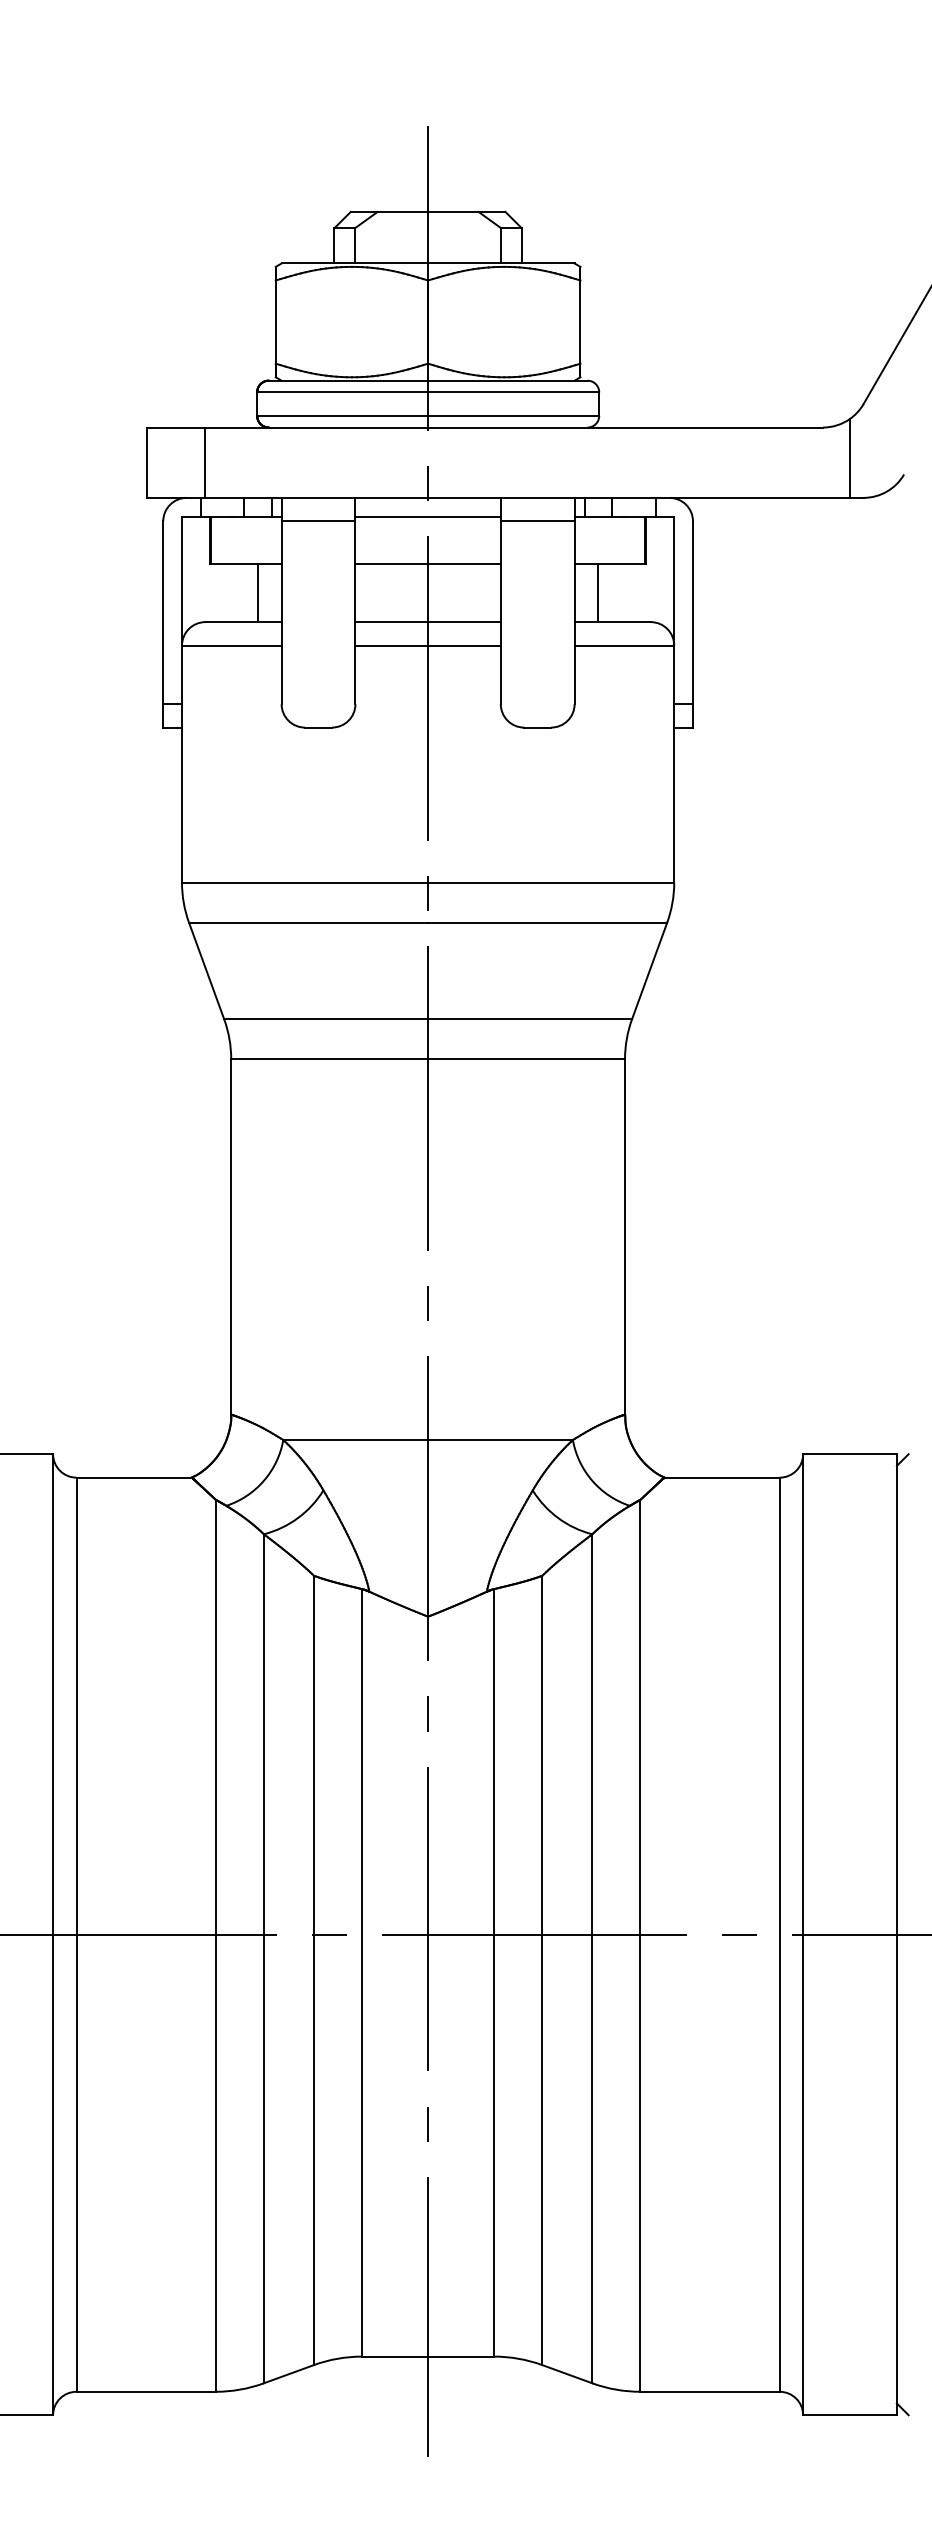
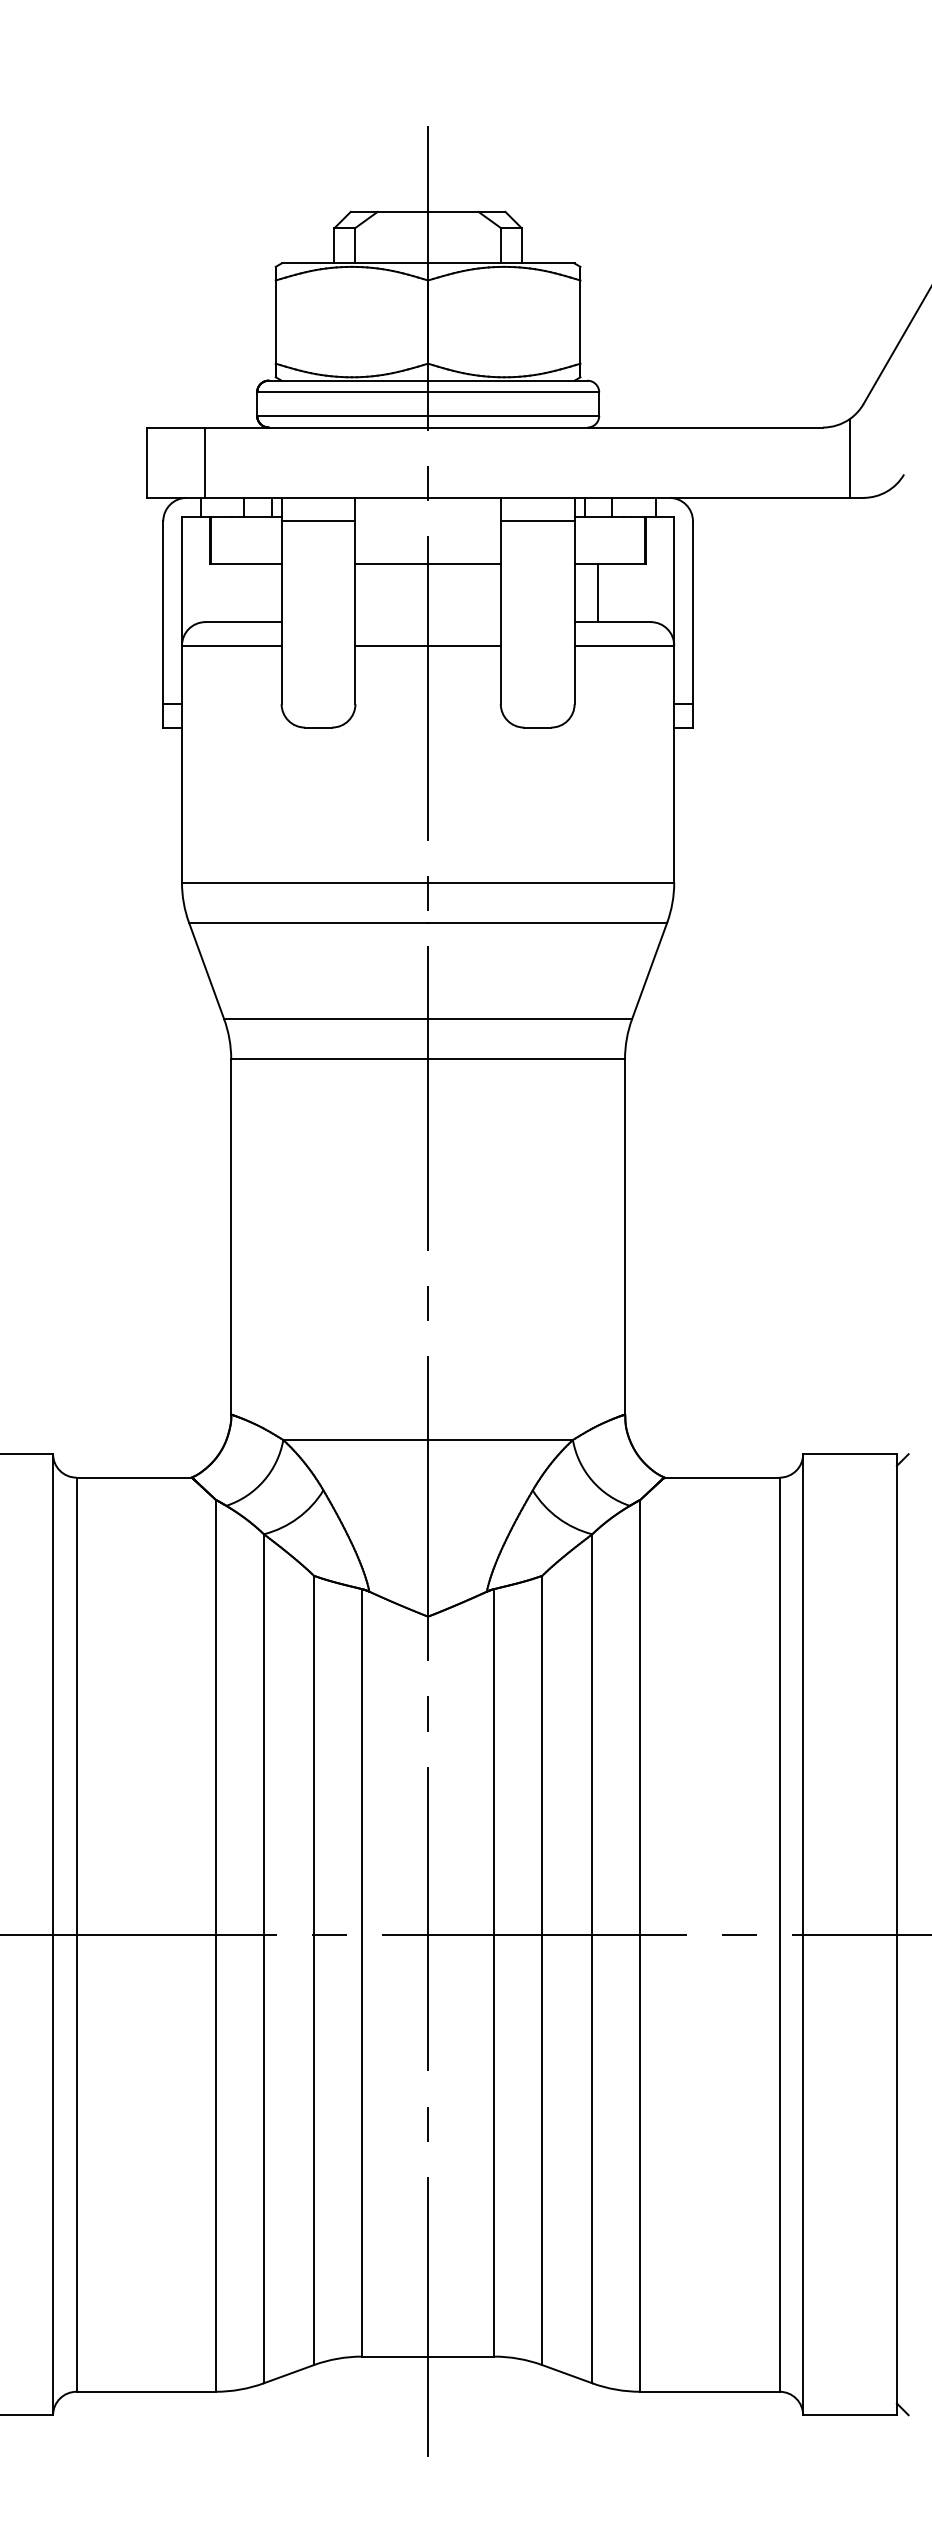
line at (427, 516): present -> none
line at (258, 592): present -> none
line at (427, 622): present -> none
